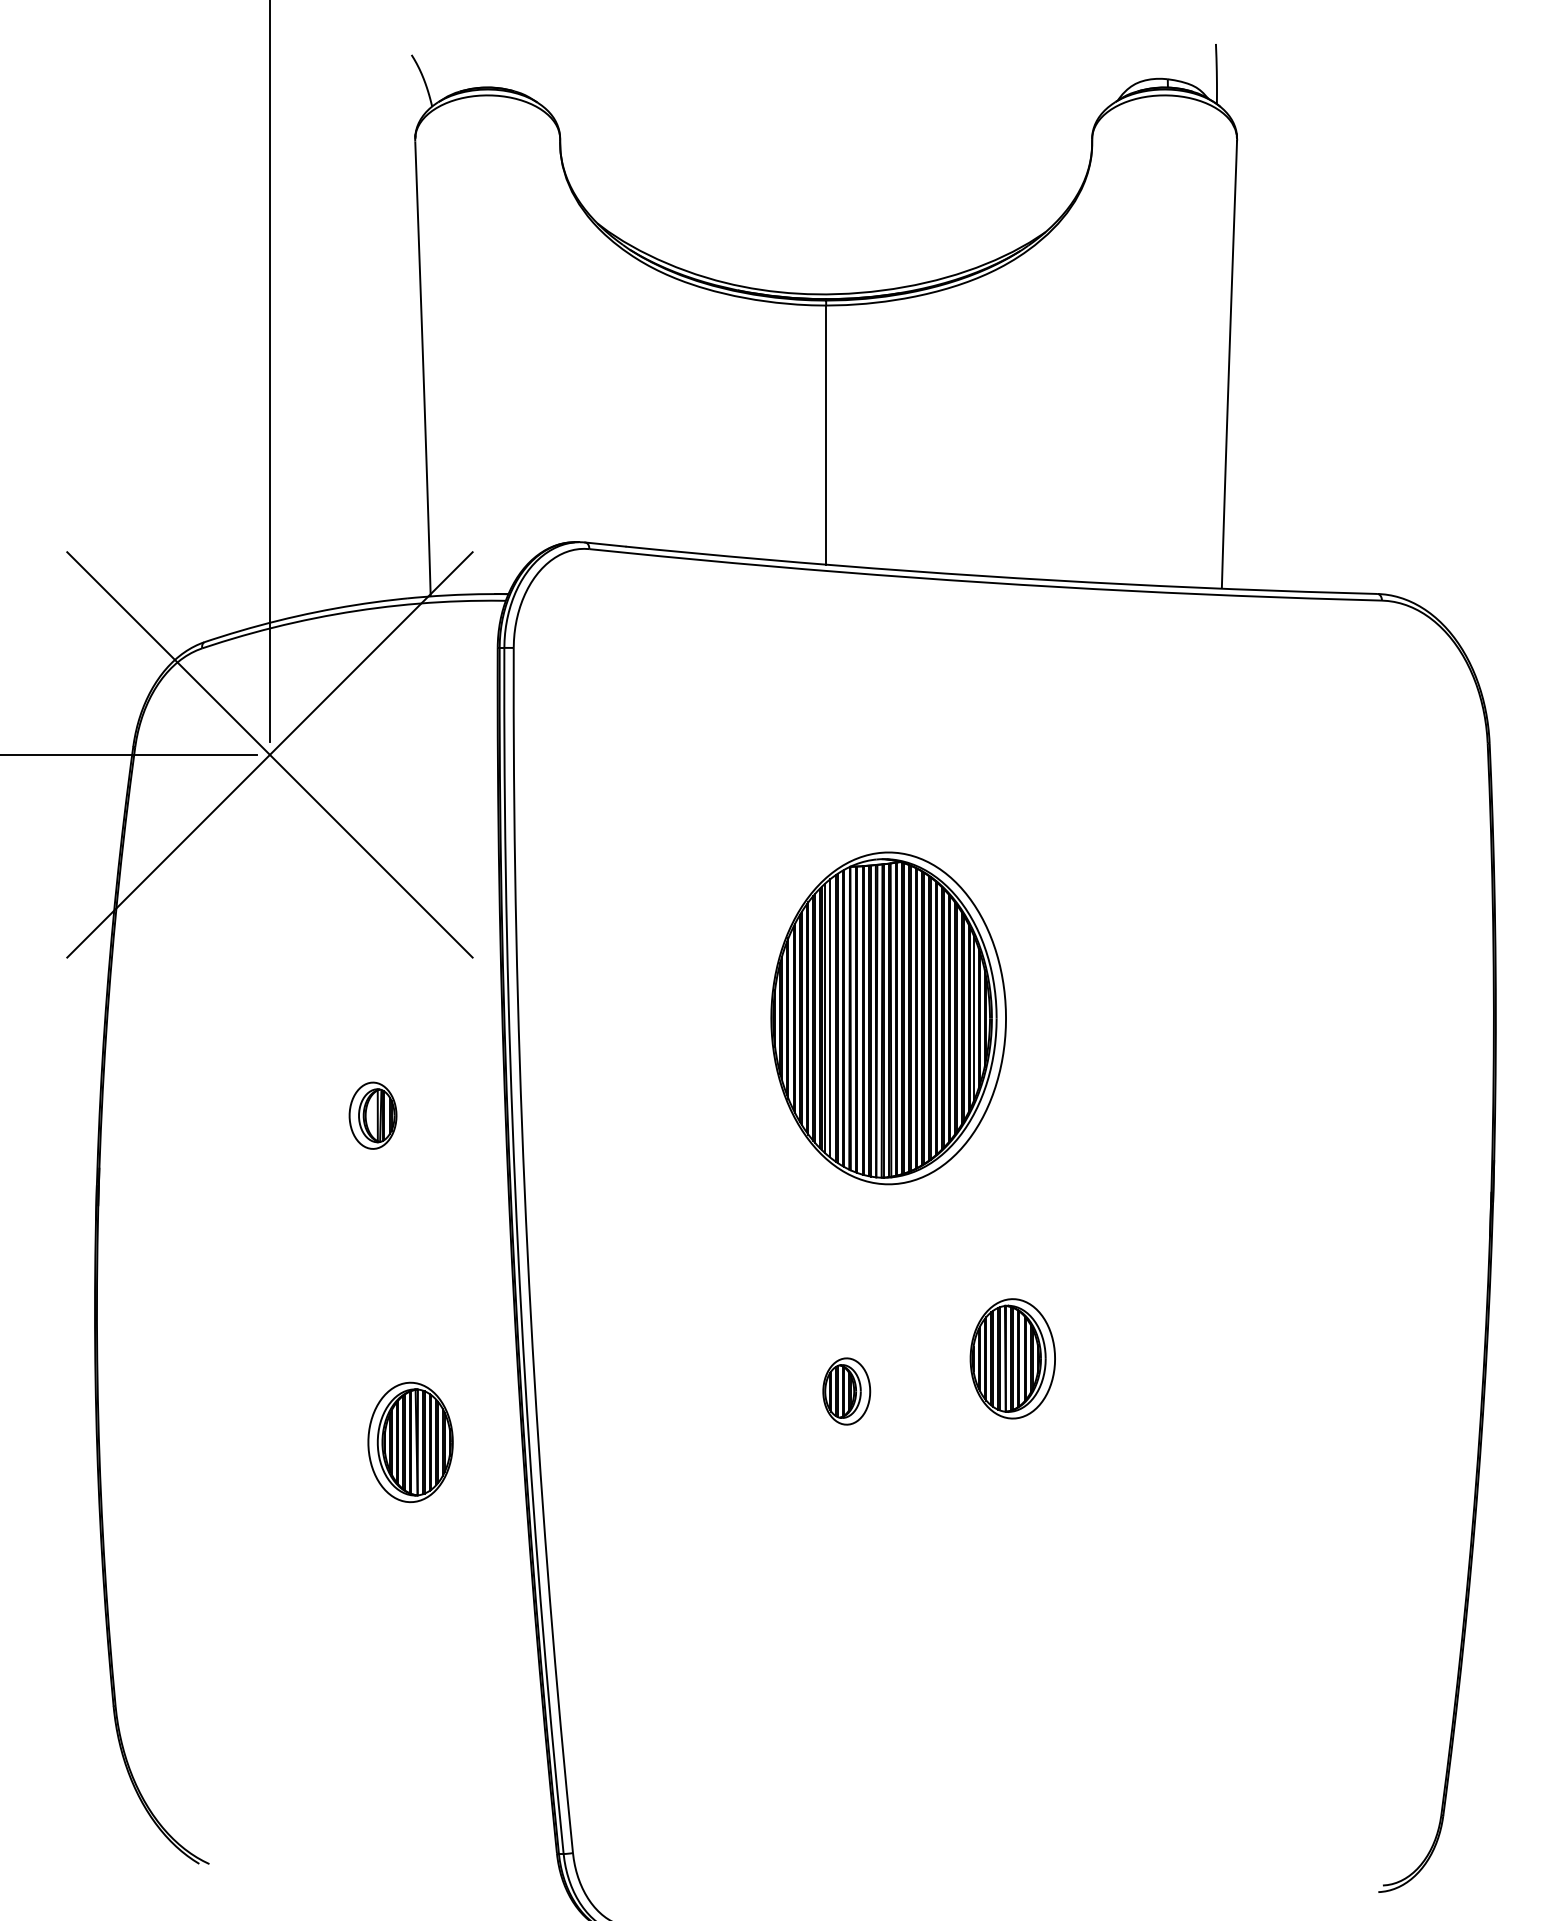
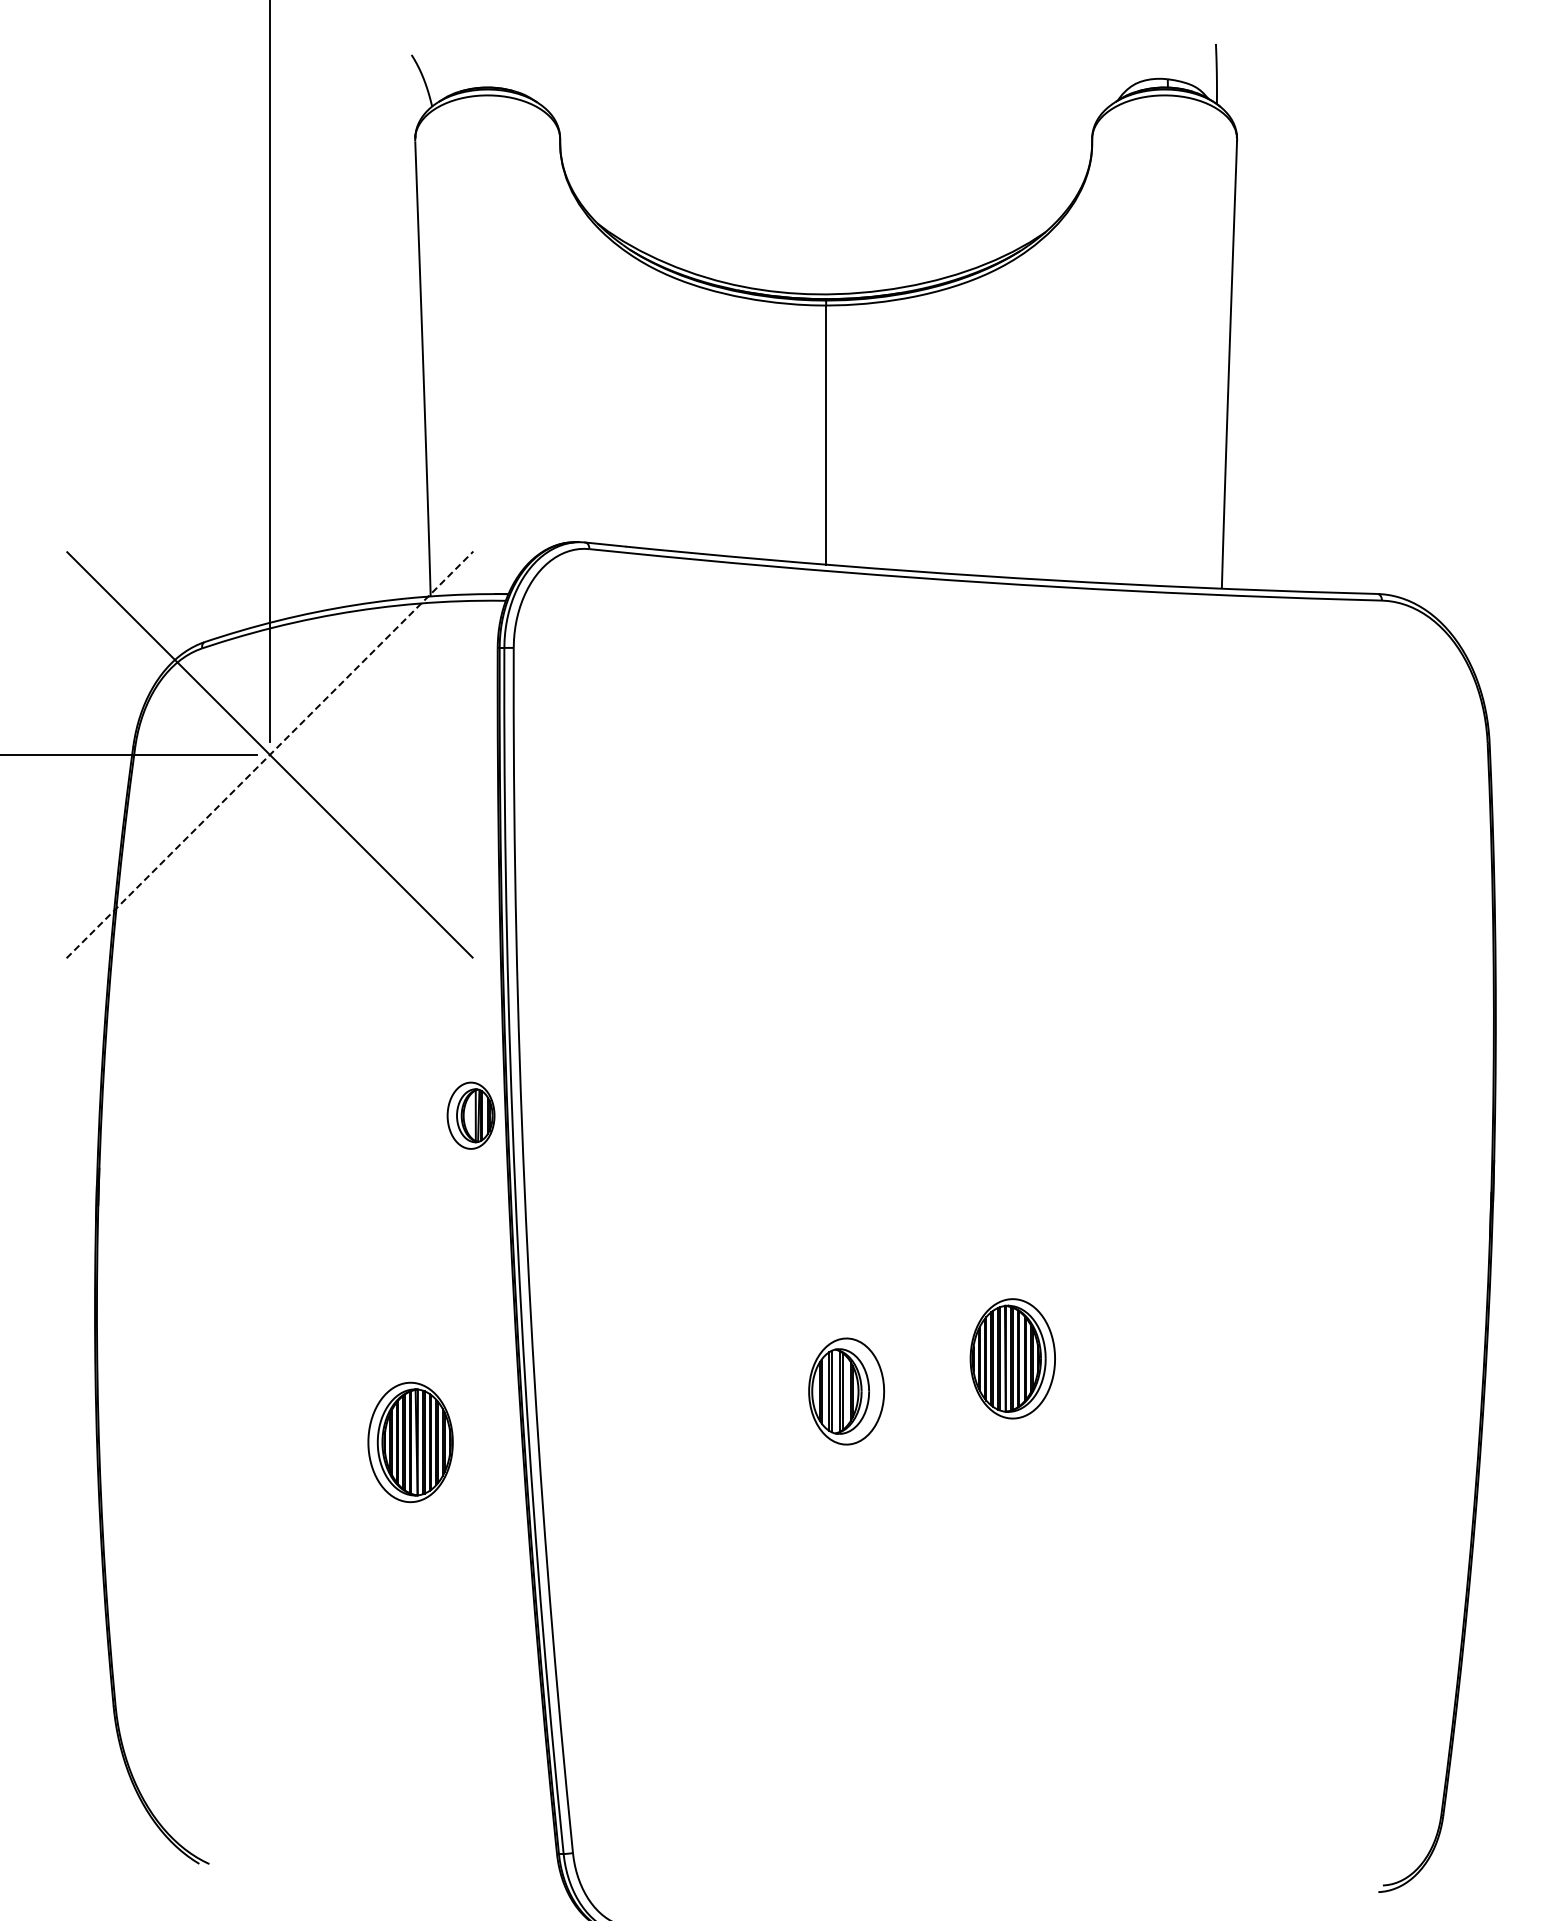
line at (269, 754): solid -> dashed
part at (888, 1018): present -> none
part at (372, 1115) position: (372, 1115) -> (470, 1115)
part at (846, 1391) size: 50x69 px -> 78x109 px
